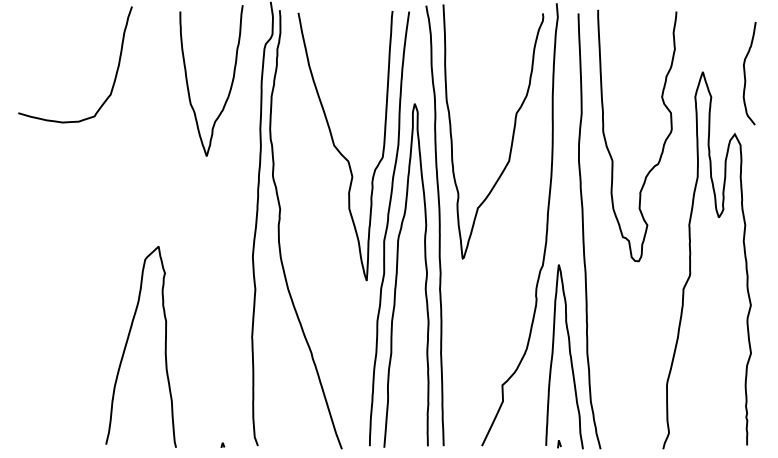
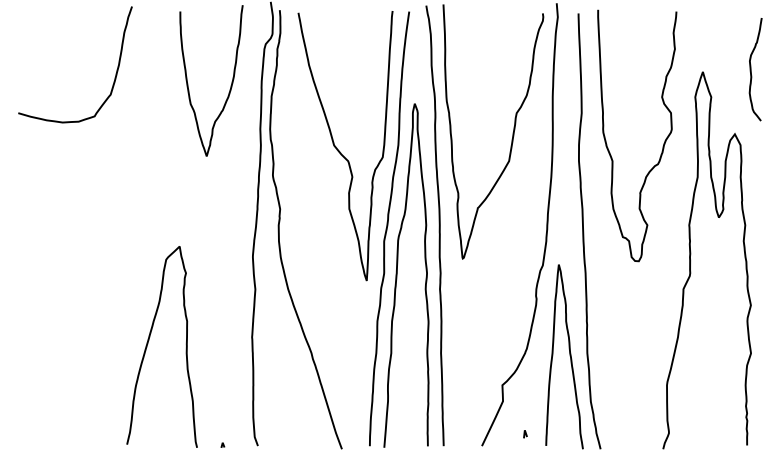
curve at (745, 73) position: (745, 73) -> (751, 69)
curve at (127, 344) position: (127, 344) -> (148, 344)
line at (559, 444) position: (559, 444) -> (525, 434)
